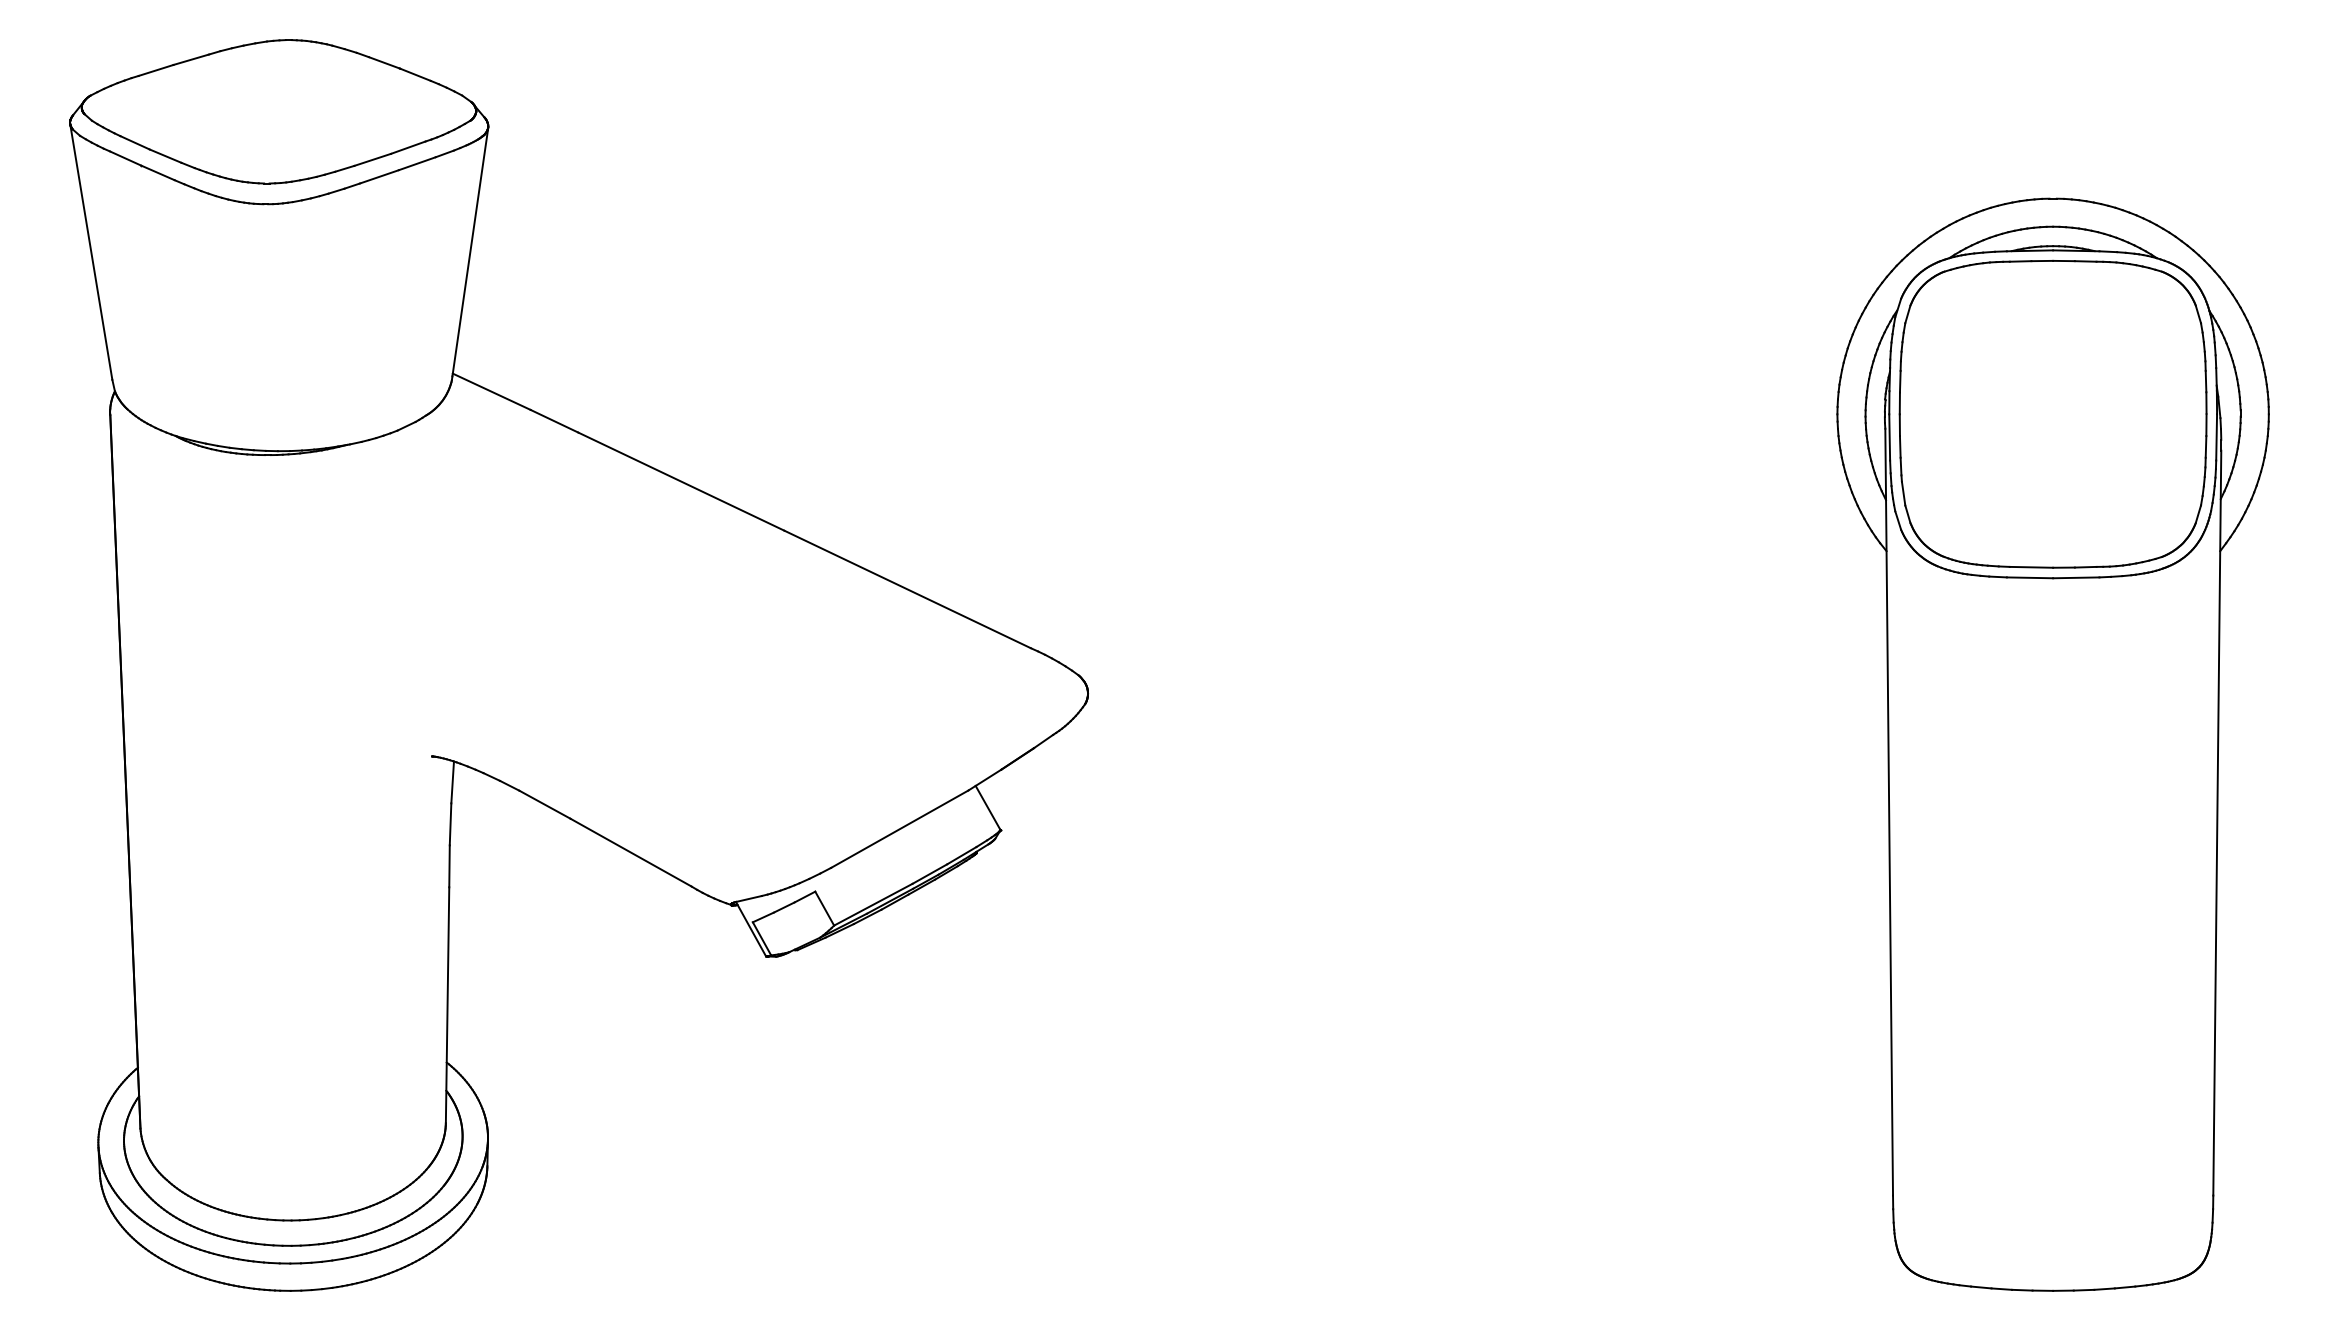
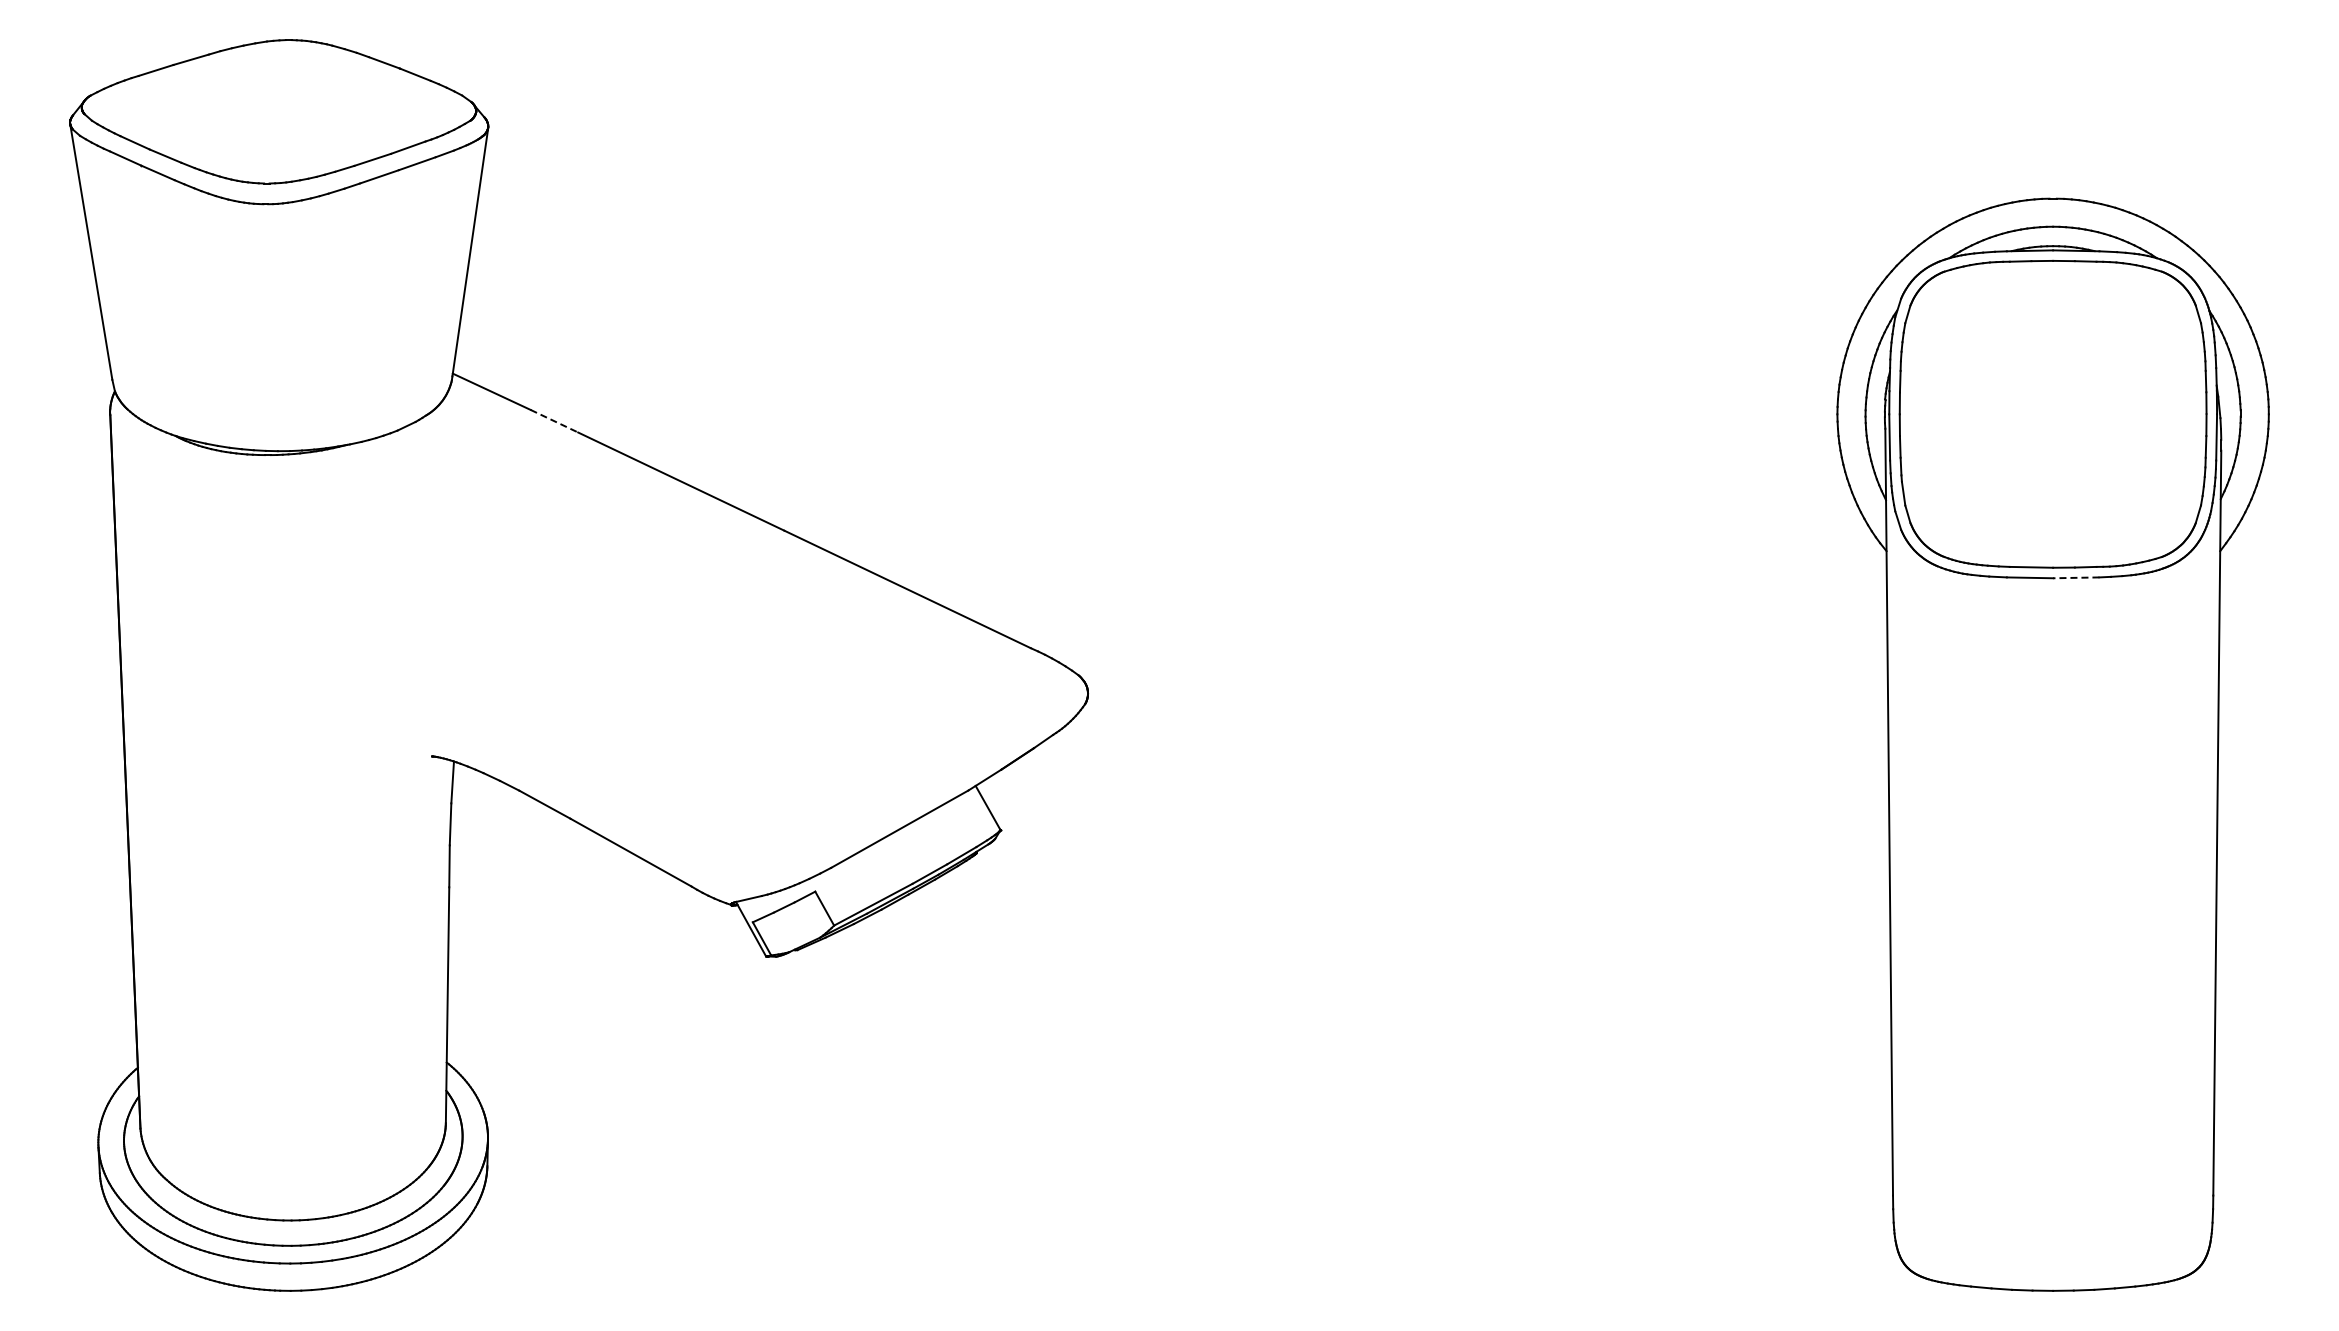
line at (554, 421): solid -> dashed
line at (2075, 577): solid -> dashed
